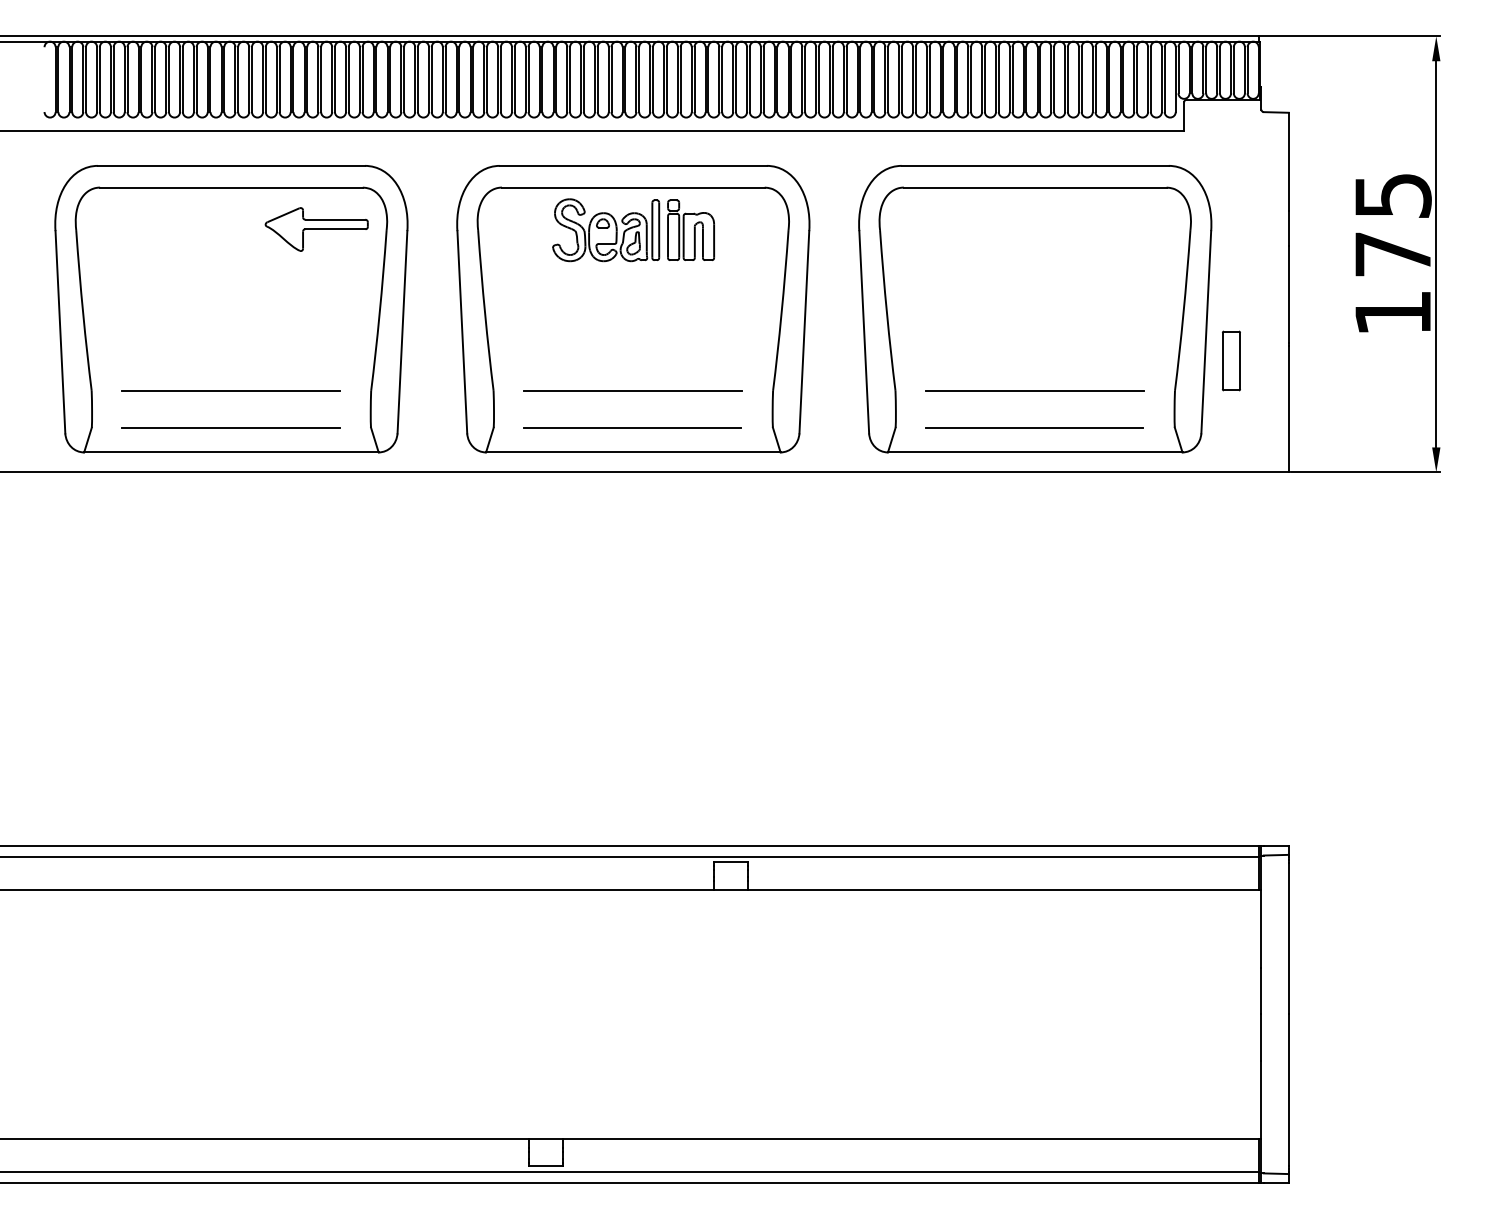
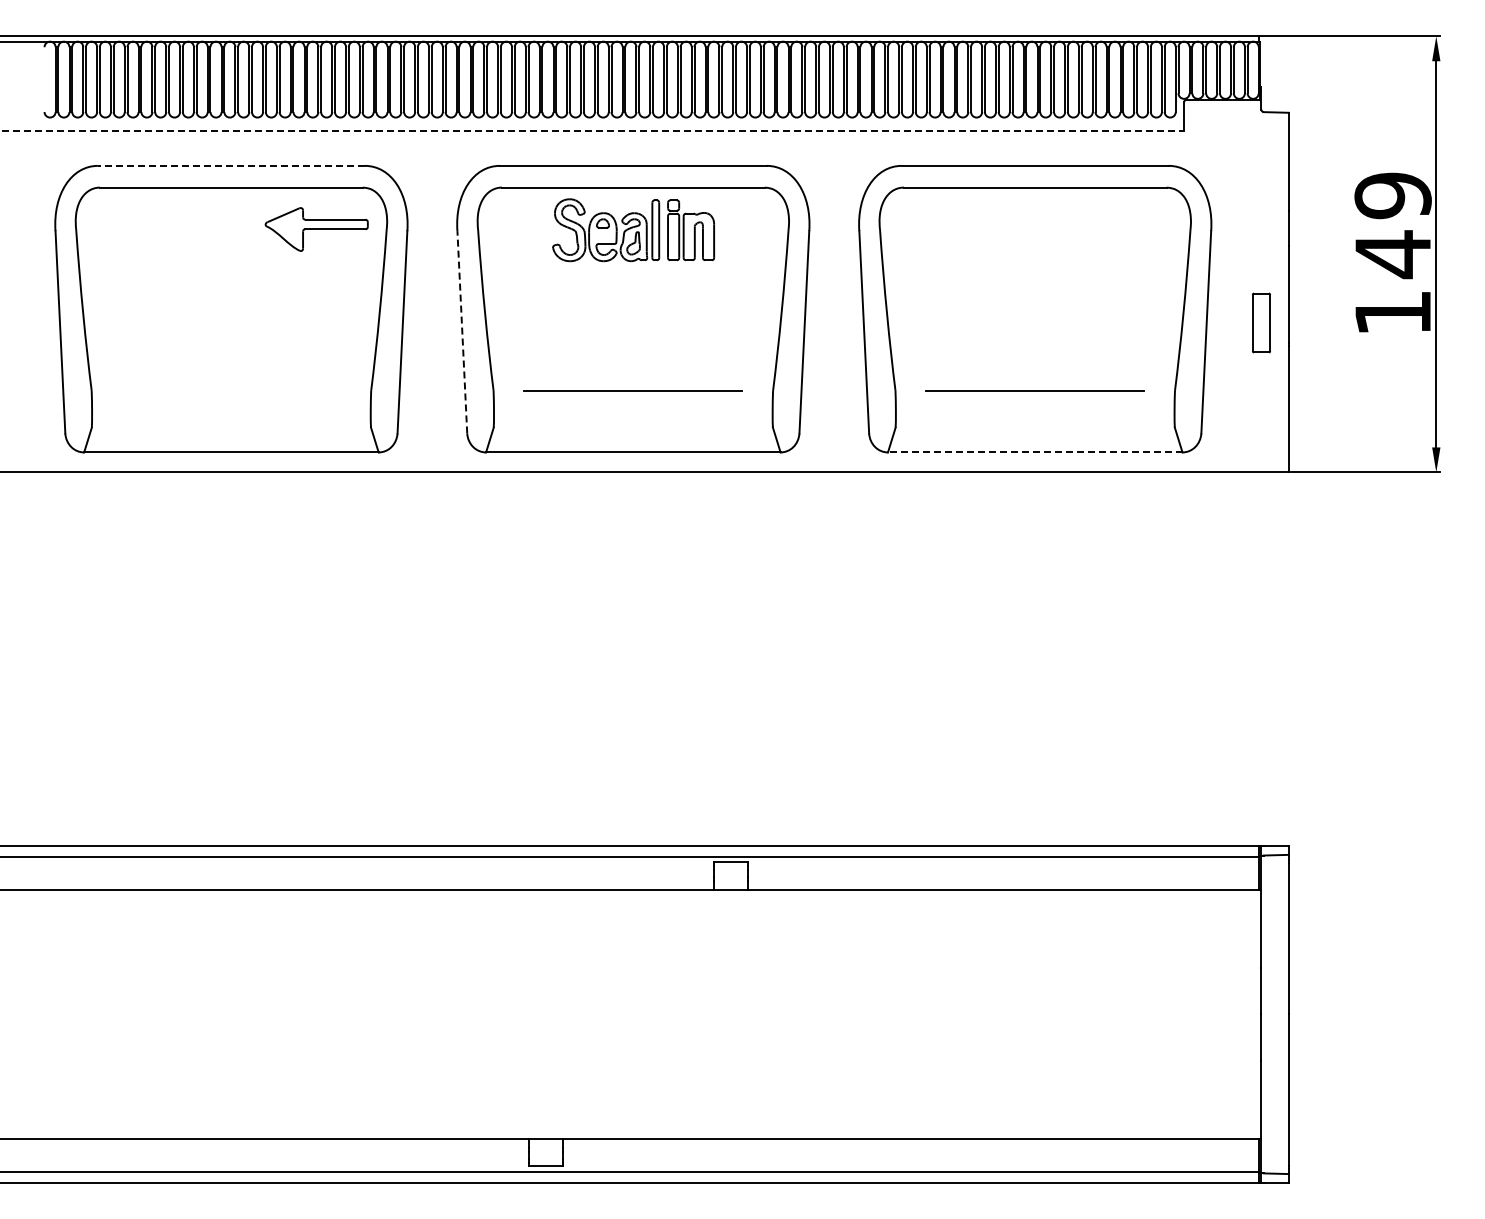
line at (592, 130): solid -> dashed
line at (231, 165): solid -> dashed
text at (1392, 225): 175 -> 149
line at (462, 331): solid -> dashed
part at (1231, 360) position: (1231, 360) -> (1261, 322)
line at (230, 390): present -> none
line at (230, 427): present -> none
line at (632, 427): present -> none
line at (1034, 427): present -> none
line at (1034, 452): solid -> dashed
